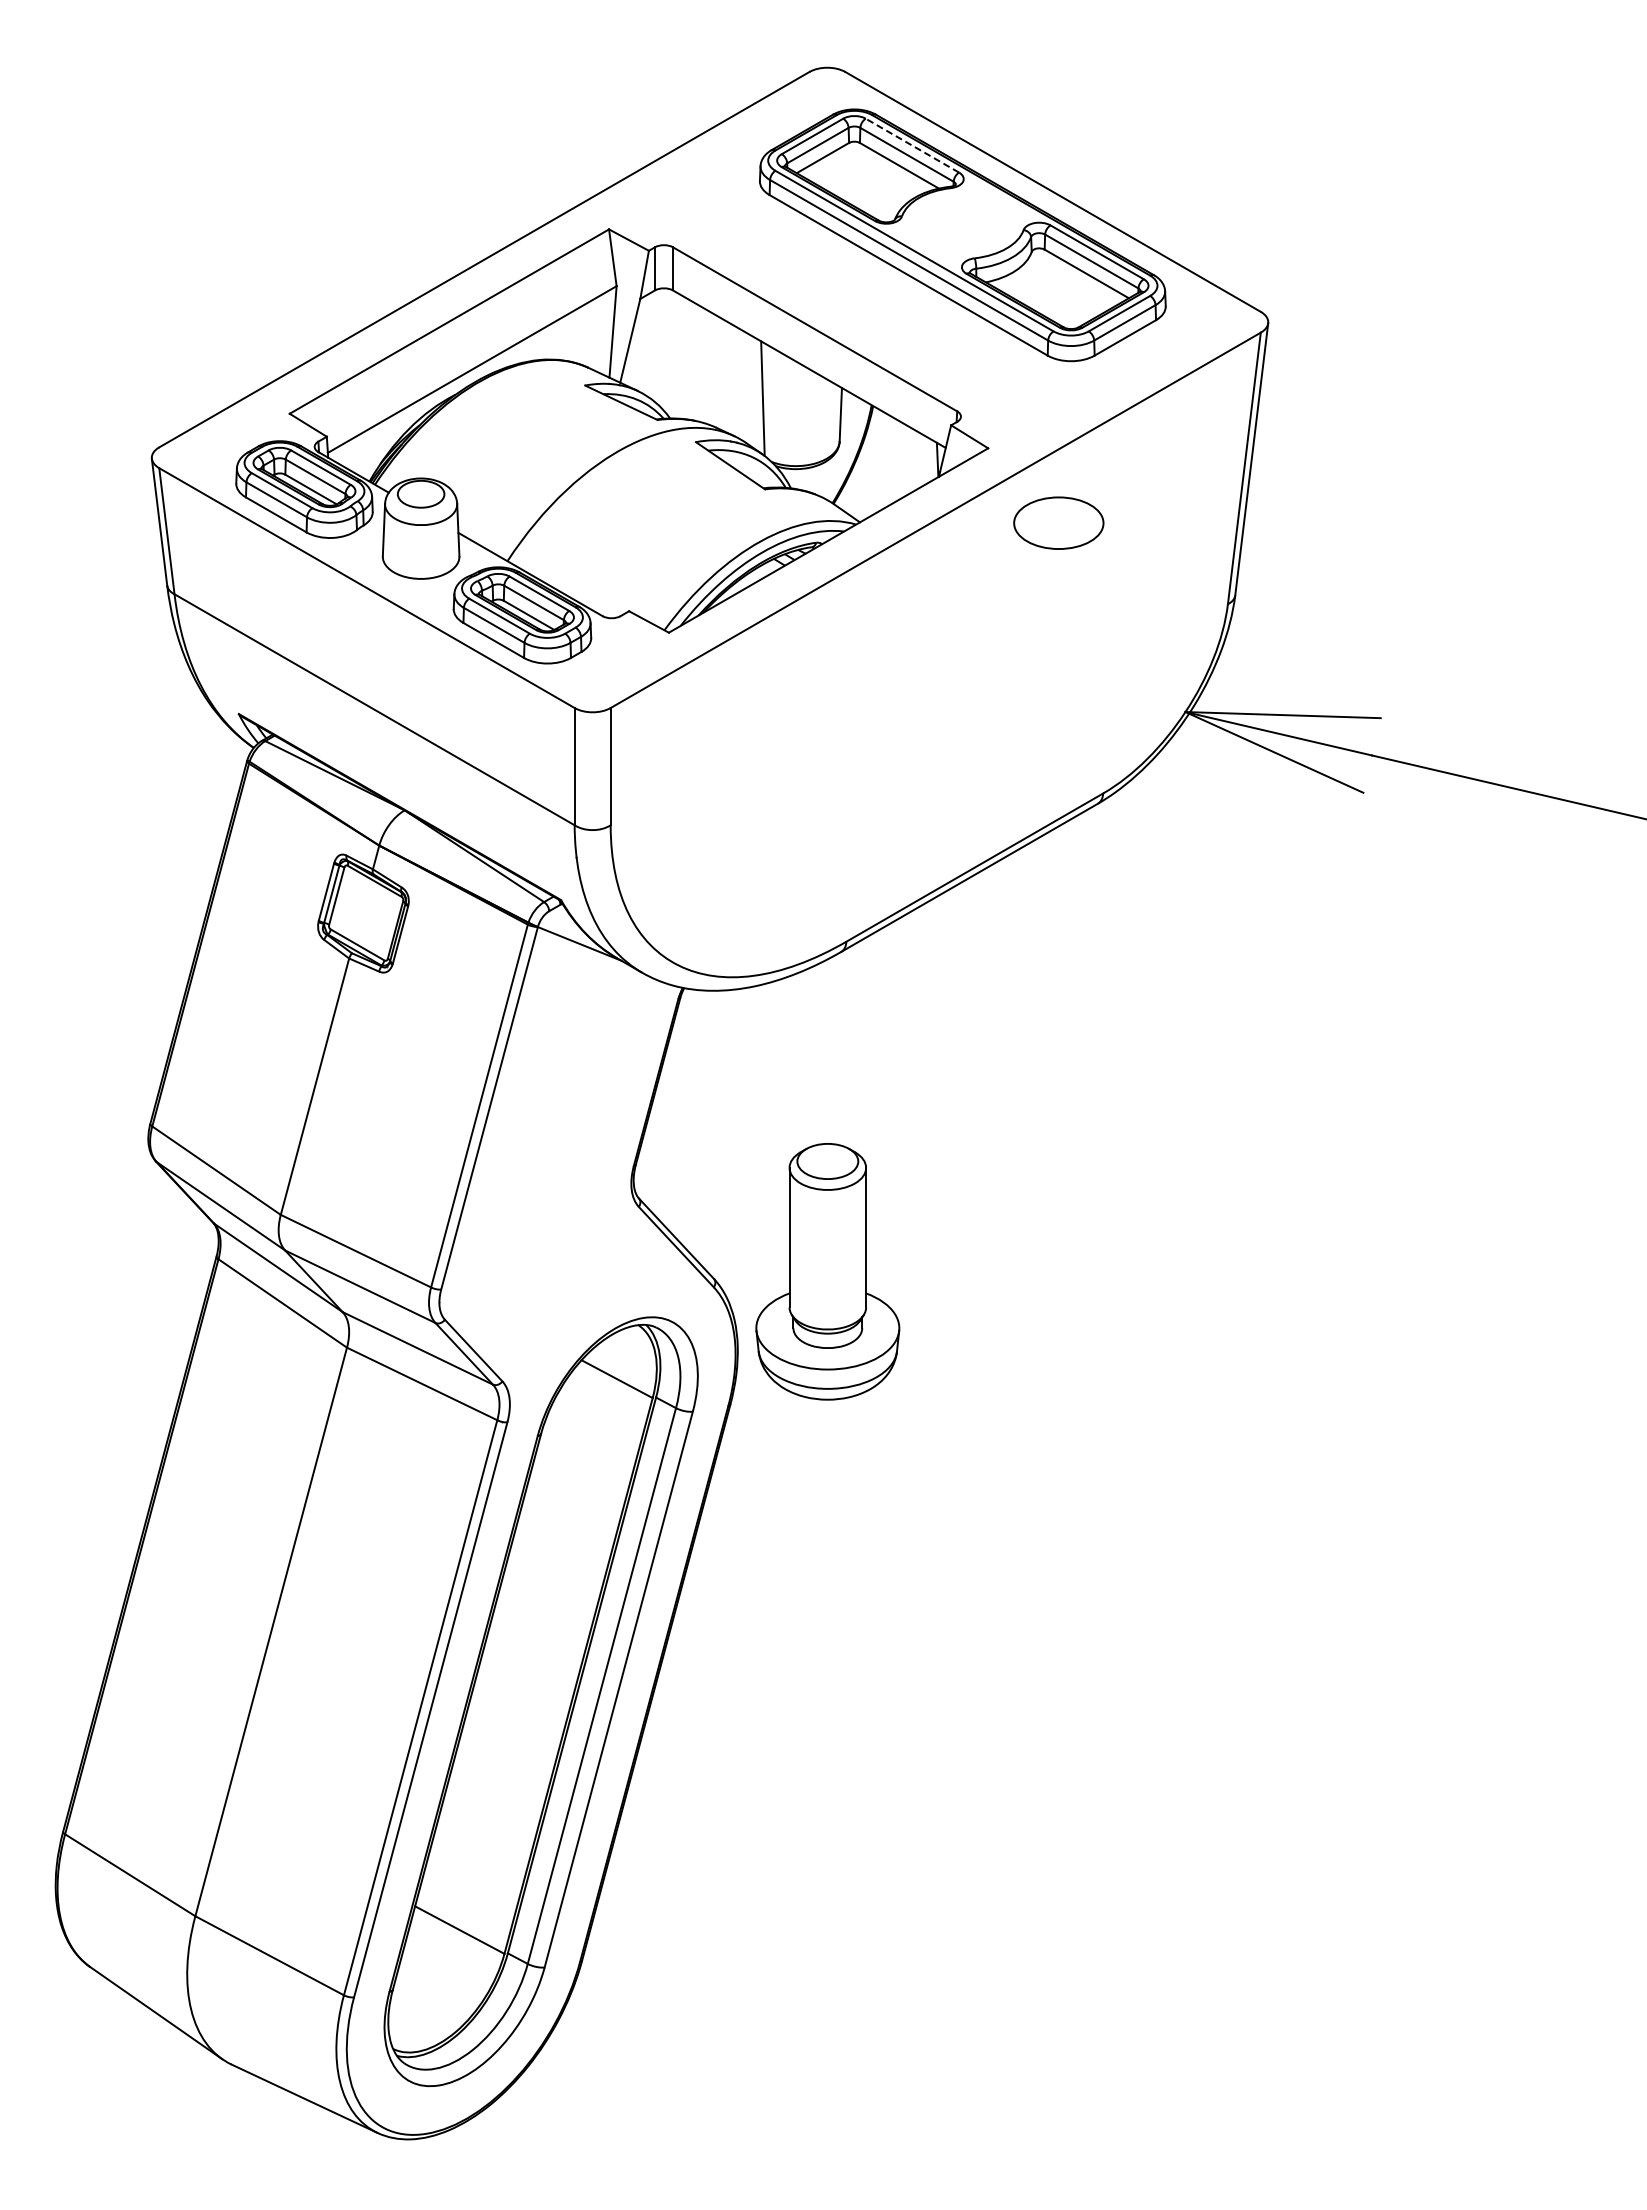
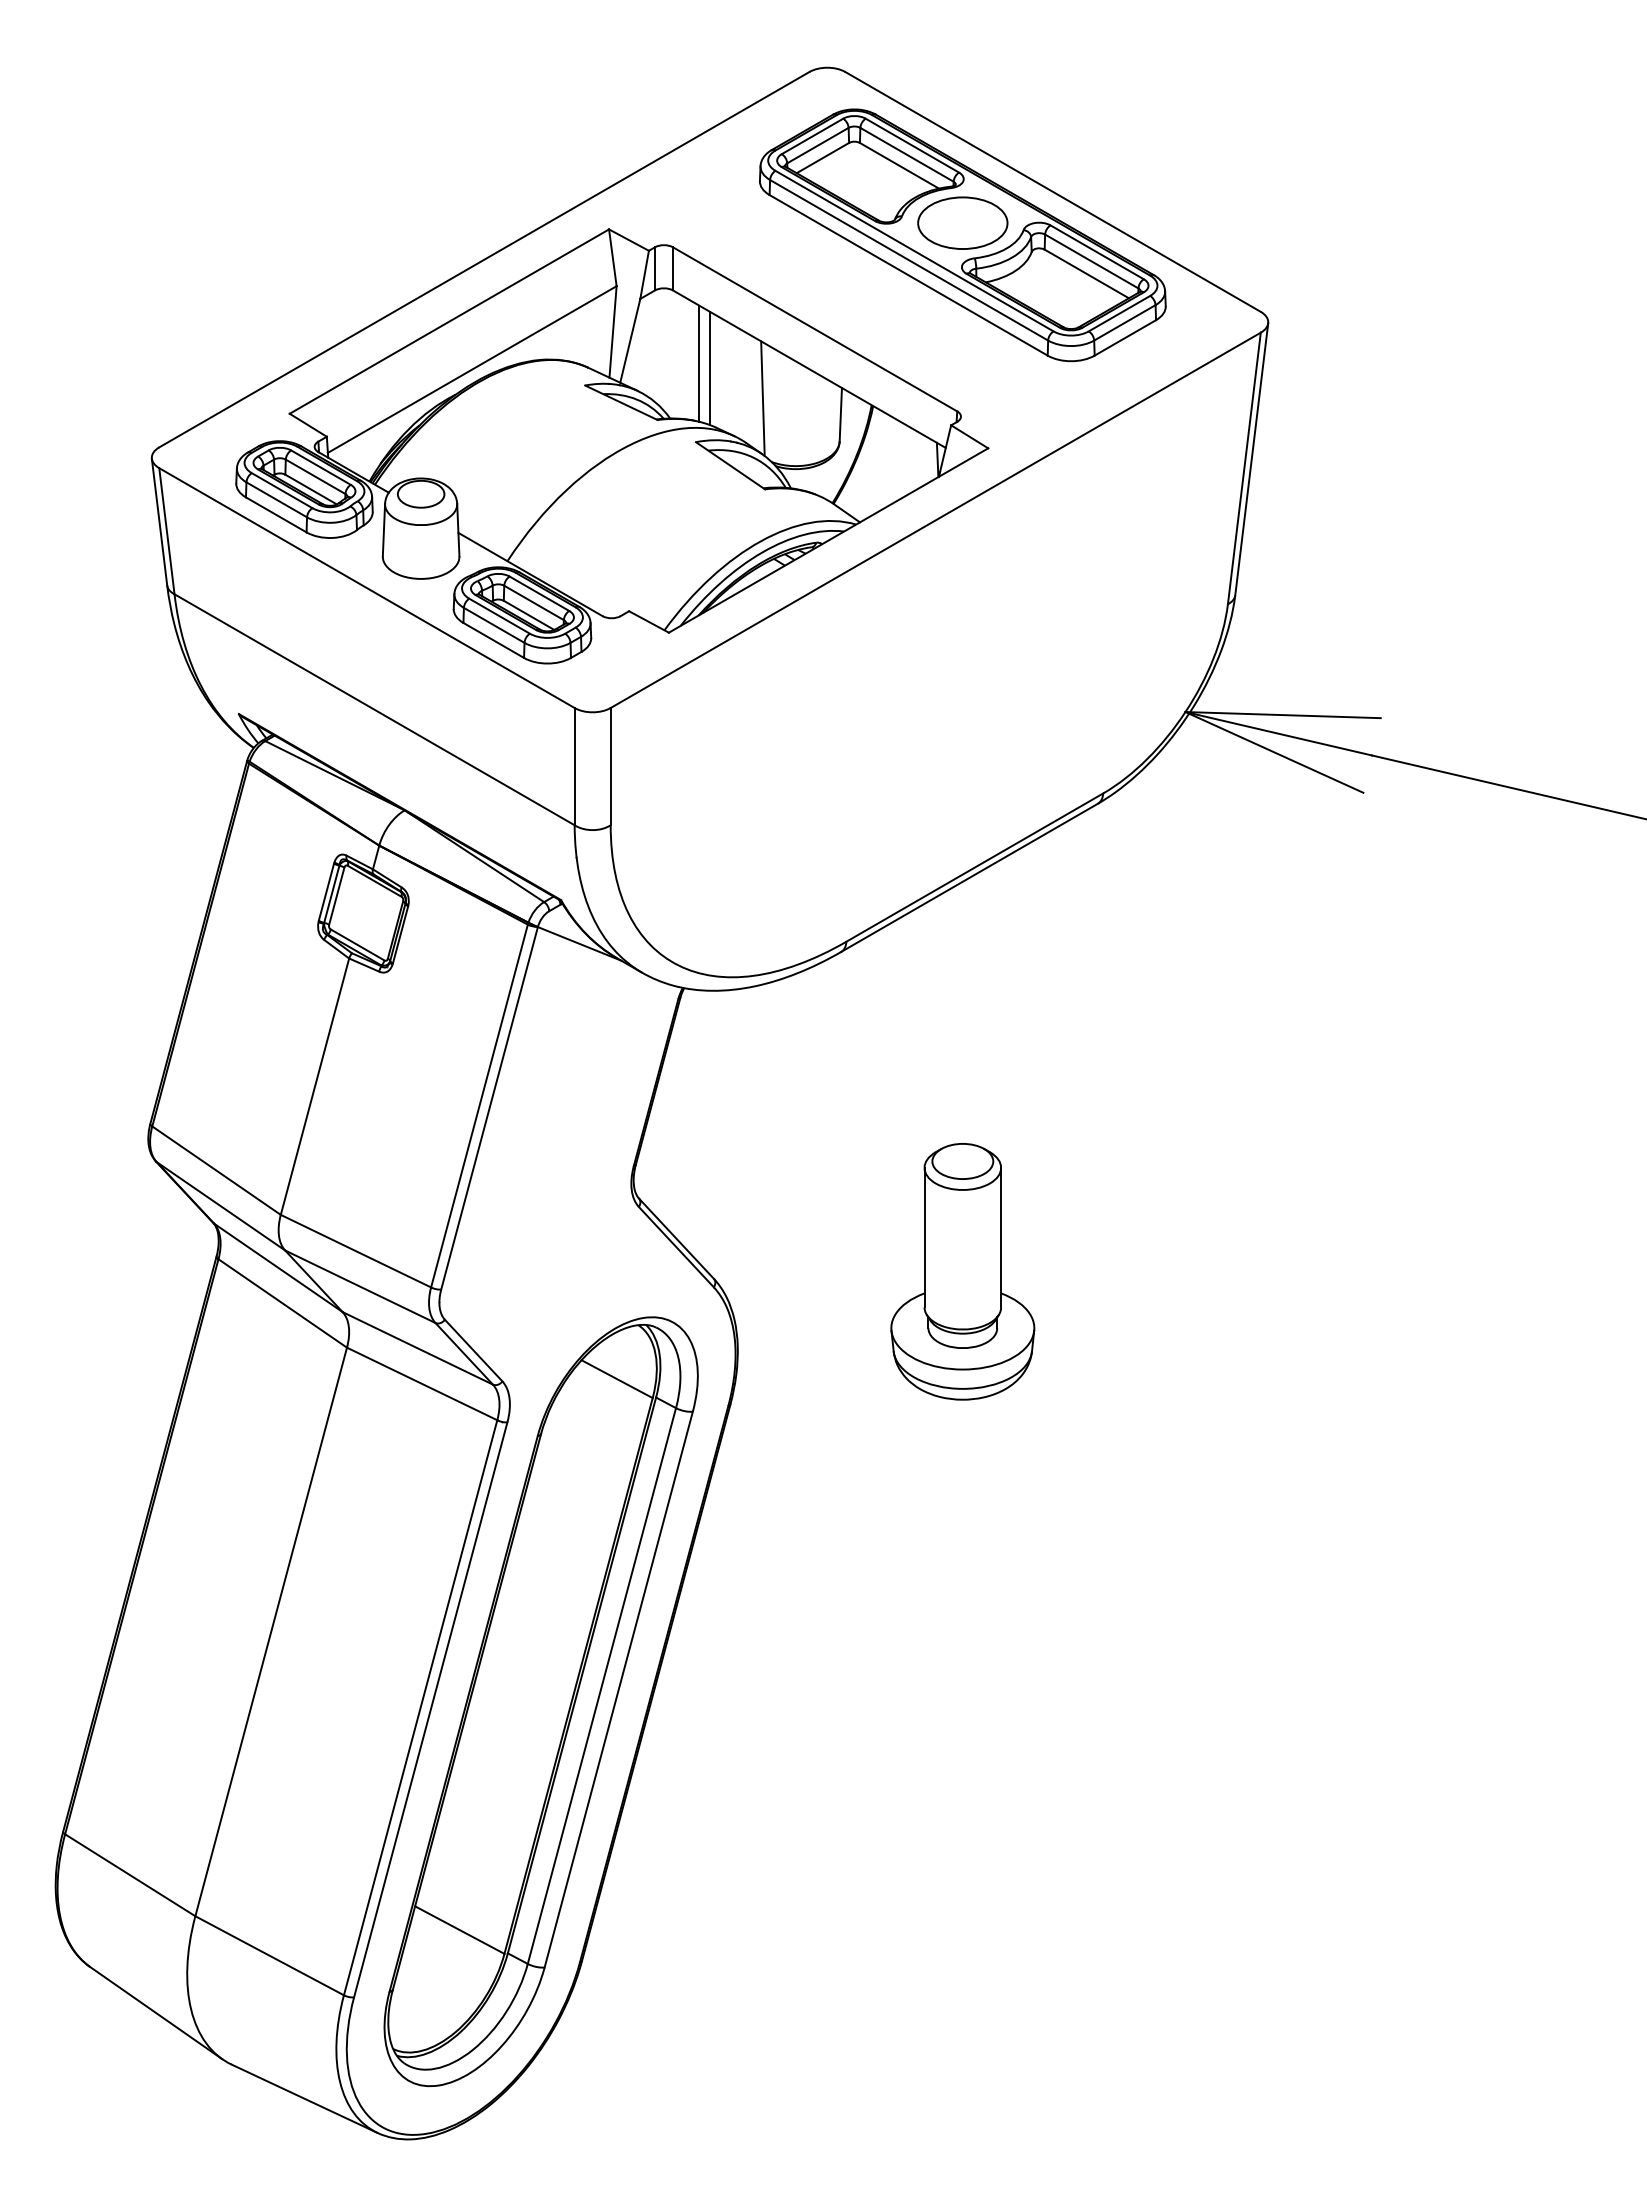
line at (912, 145): dashed -> solid
line at (699, 363): none -> present
line at (710, 368): none -> present
part at (1058, 522) position: (1058, 522) -> (962, 222)
part at (827, 1271) position: (827, 1271) -> (962, 1271)
